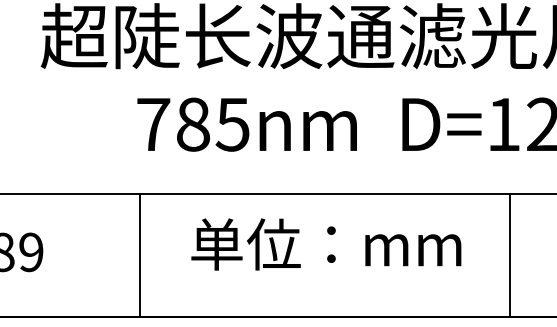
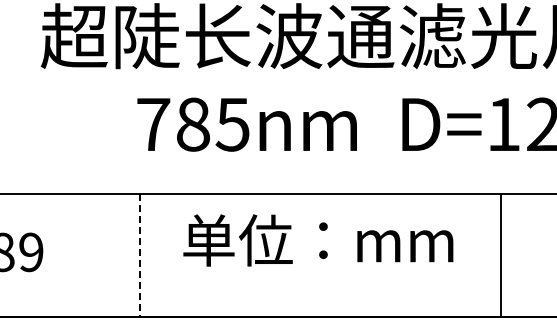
text at (326, 244) position: (326, 244) -> (318, 240)
line at (510, 255) position: (510, 255) -> (501, 255)
line at (139, 256): solid -> dashed
